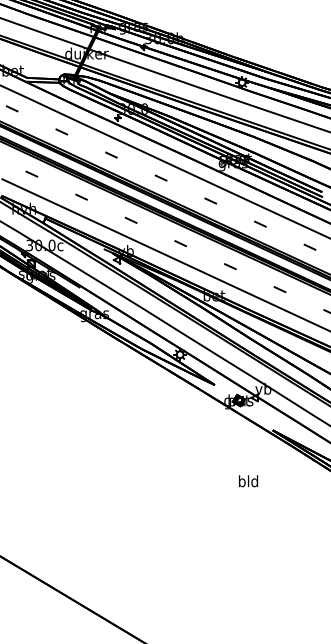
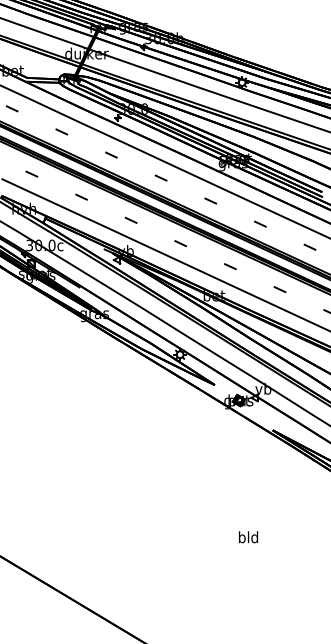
text at (248, 481) position: (248, 481) -> (248, 537)
